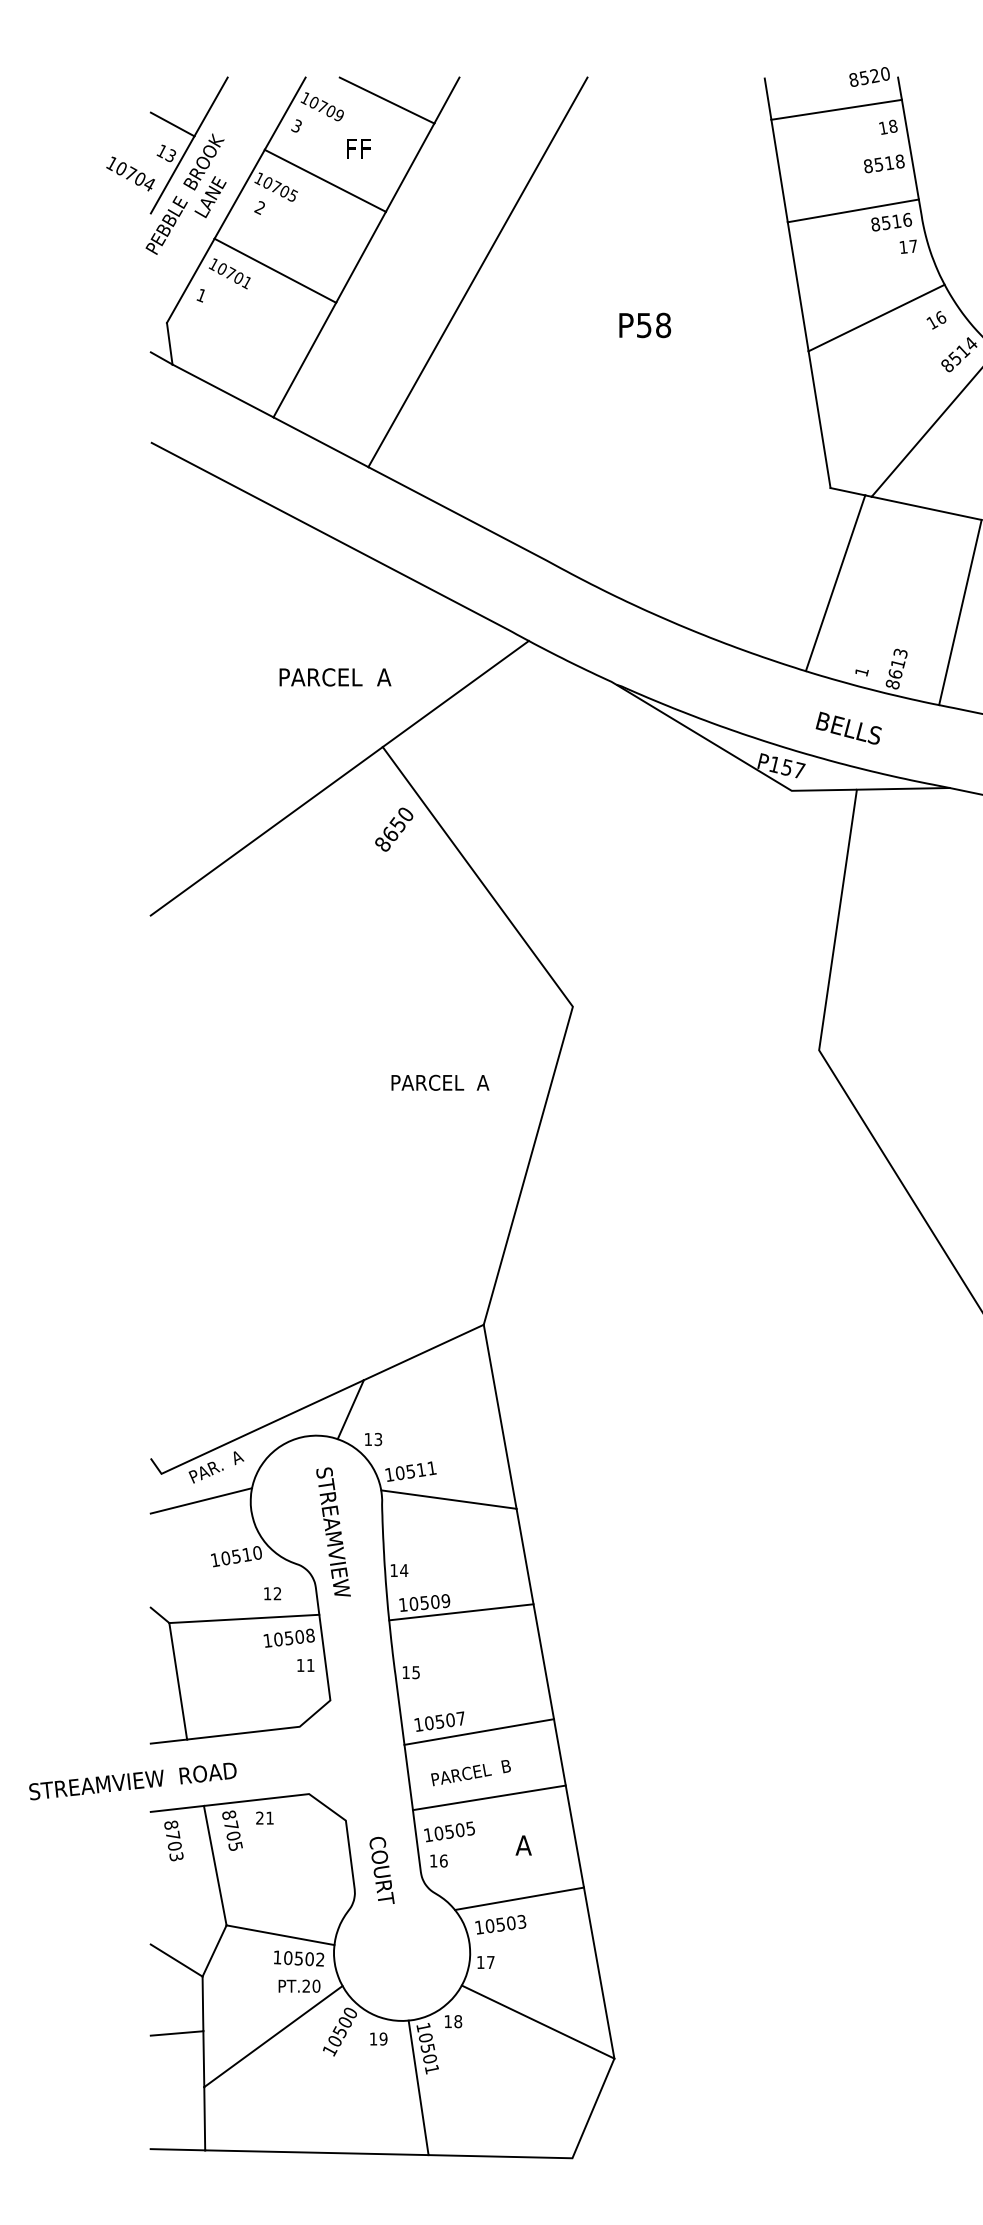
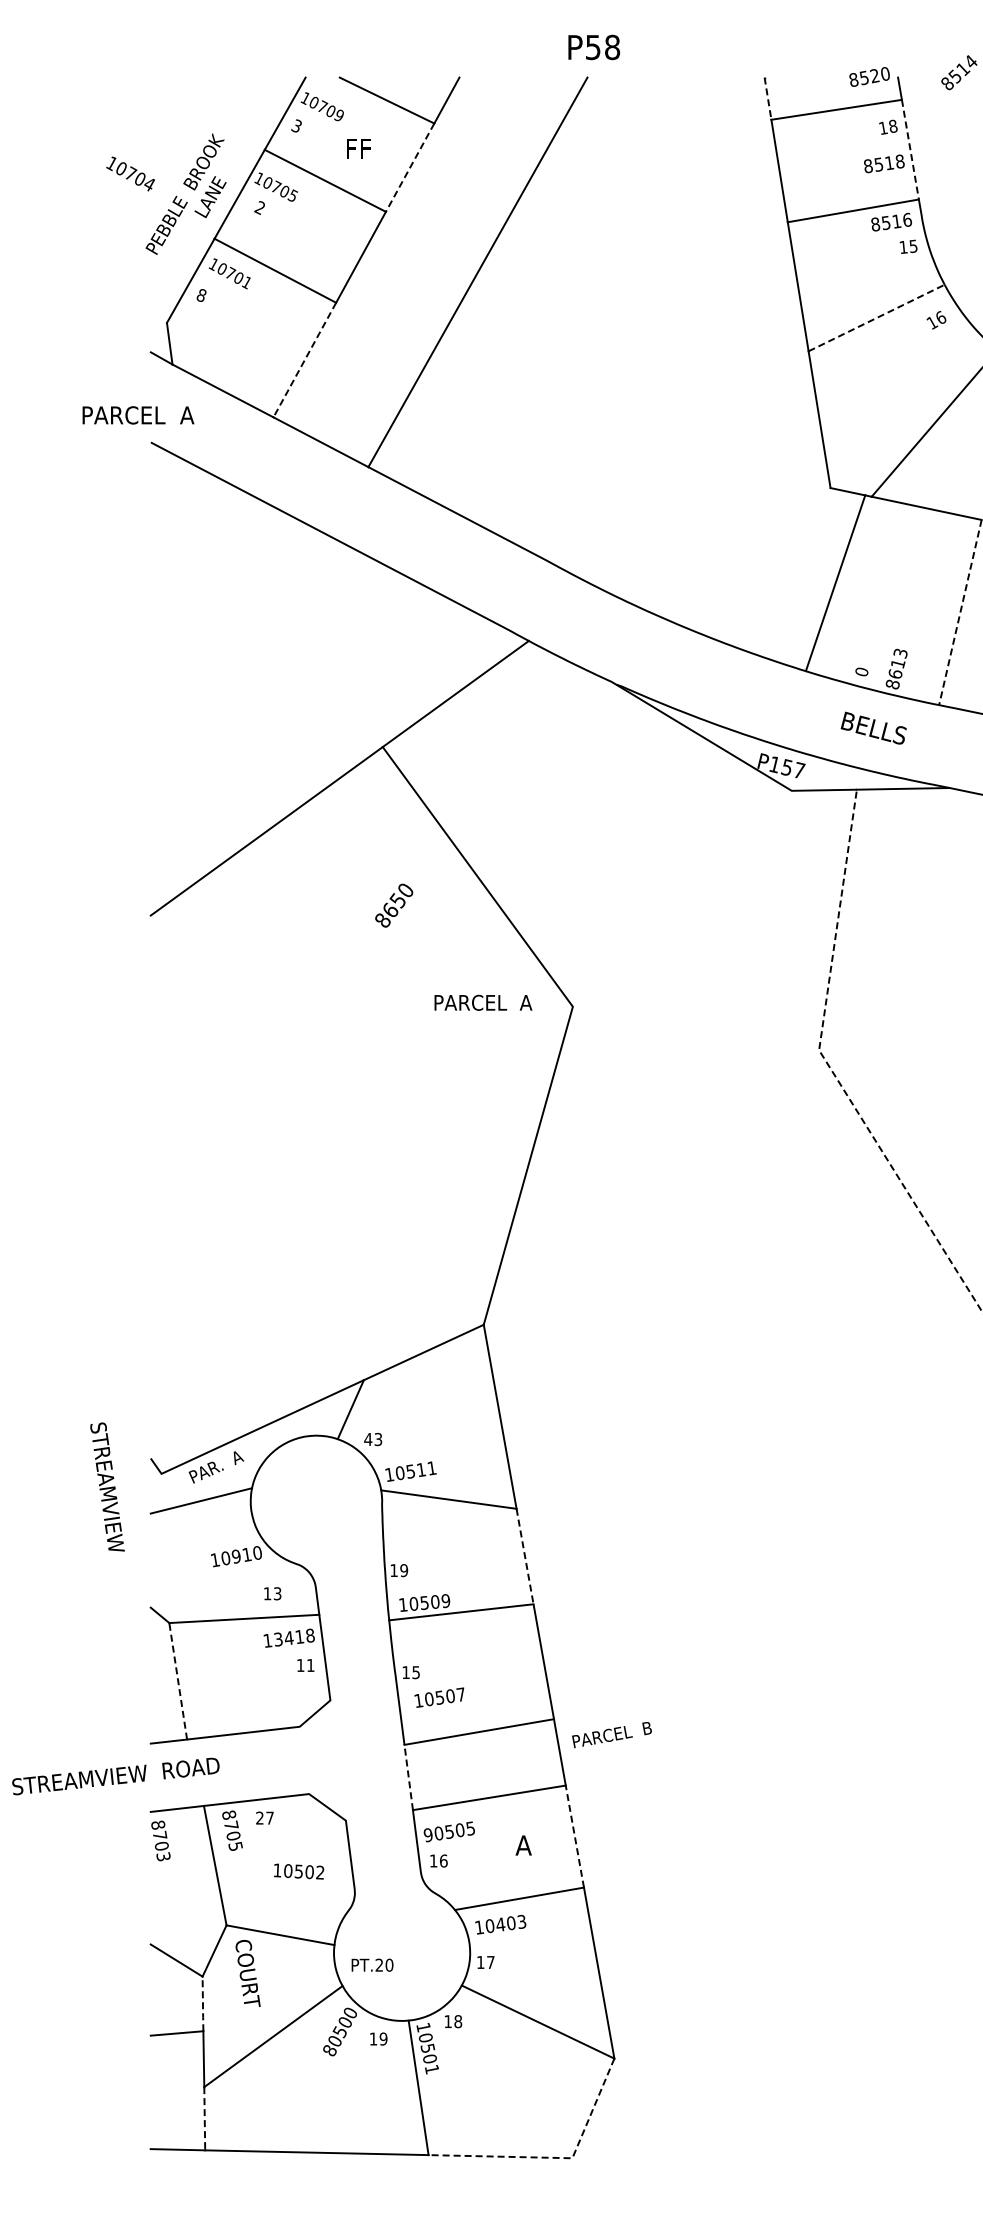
line at (767, 98): solid -> dashed
part at (188, 145): present -> none
line at (910, 149): solid -> dashed
line at (409, 168): solid -> dashed
text at (913, 246): 17 -> 15
text at (201, 295): 1 -> 8
line at (876, 318): solid -> dashed
text at (645, 325) position: (645, 325) -> (594, 47)
text at (959, 354) position: (959, 354) -> (959, 72)
line at (304, 360): solid -> dashed
line at (960, 612): solid -> dashed
text at (861, 671): 1 -> 0
text at (335, 677) position: (335, 677) -> (138, 415)
text at (848, 727) position: (848, 727) -> (873, 727)
text at (394, 829) position: (394, 829) -> (394, 905)
line at (830, 1068): solid -> dashed
text at (440, 1082) position: (440, 1082) -> (483, 1002)
text at (368, 1439): 13 -> 43
text at (333, 1531) position: (333, 1531) -> (107, 1486)
text at (235, 1556): 10510 -> 10910
line at (524, 1556): solid -> dashed
text at (404, 1570): 14 -> 19
text at (277, 1593): 12 -> 13
text at (289, 1638): 10508 -> 13418
line at (178, 1681): solid -> dashed
text at (439, 1721) position: (439, 1721) -> (439, 1697)
text at (470, 1773) position: (470, 1773) -> (611, 1735)
line at (408, 1776): solid -> dashed
text at (132, 1781) position: (132, 1781) -> (115, 1776)
text at (269, 1817): 21 -> 27
text at (428, 1835): 10505 -> 90505
line at (574, 1835): solid -> dashed
text at (173, 1840) position: (173, 1840) -> (160, 1840)
text at (381, 1869) position: (381, 1869) -> (247, 1972)
text at (500, 1924): 10503 -> 10403
text at (299, 1958) position: (299, 1958) -> (299, 1871)
text at (299, 1985) position: (299, 1985) -> (372, 1964)
line at (202, 2003): solid -> dashed
text at (330, 2050): 10500 -> 80500
line at (204, 2118): solid -> dashed
line at (555, 2157): solid -> dashed
